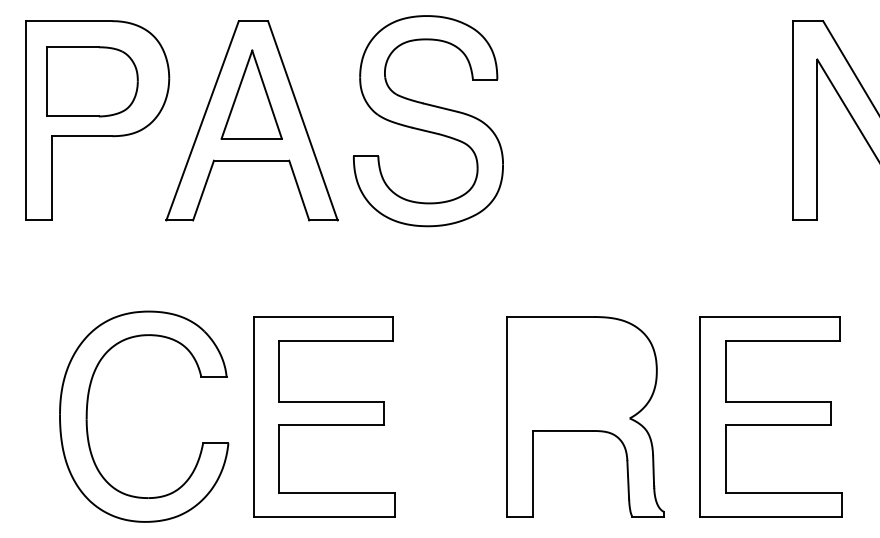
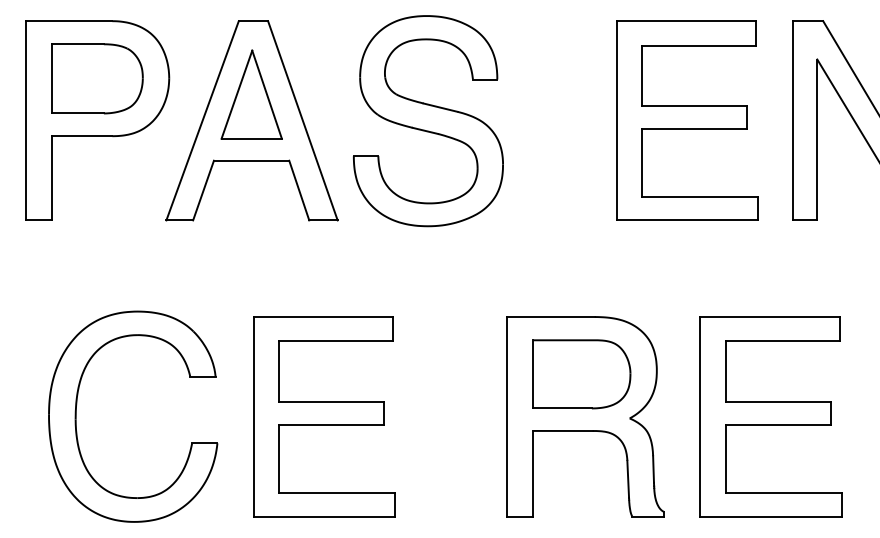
part at (92, 81) position: (92, 81) -> (97, 78)
part at (687, 120): none -> present
part at (581, 374): none -> present
part at (87, 416) position: (87, 416) -> (76, 416)
